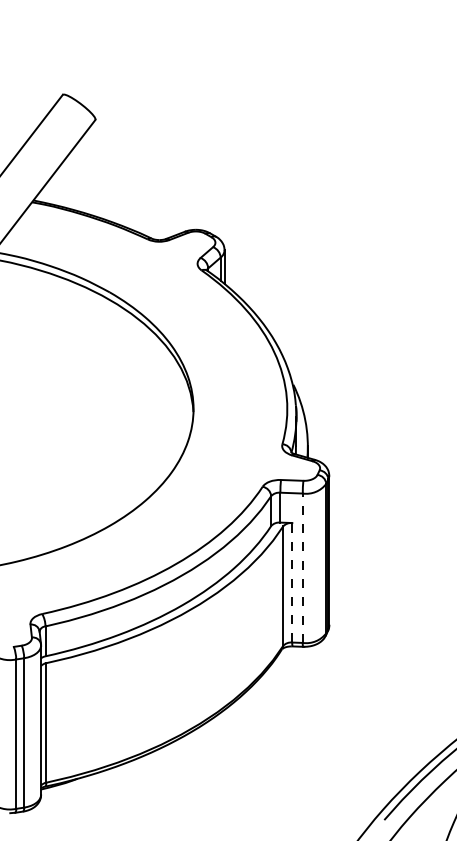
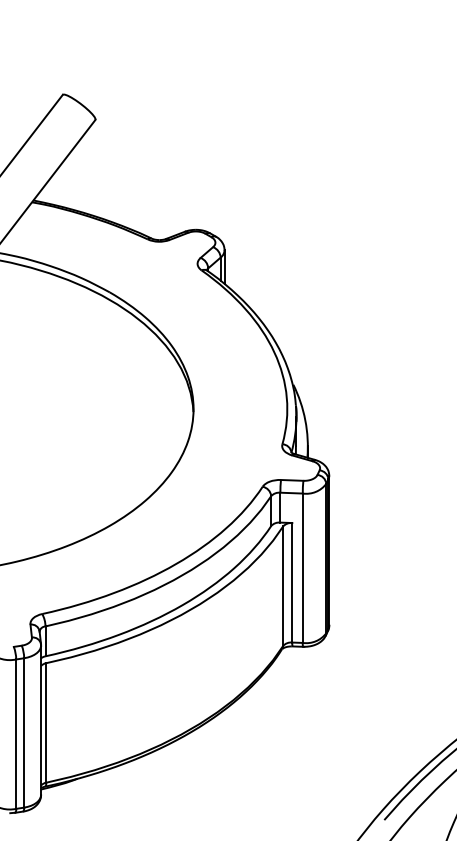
line at (302, 568): dashed -> solid
line at (292, 582): dashed -> solid
